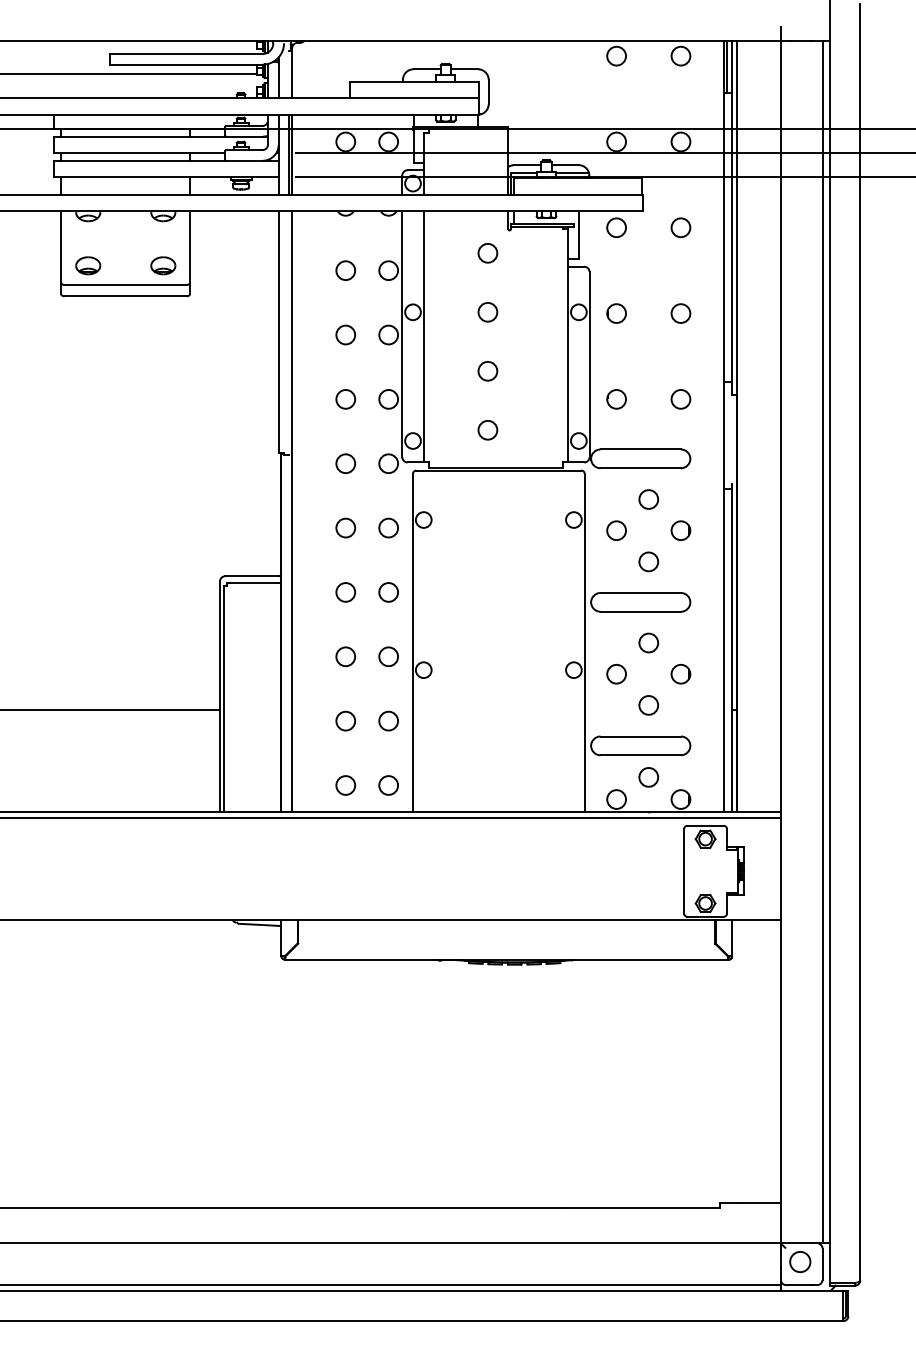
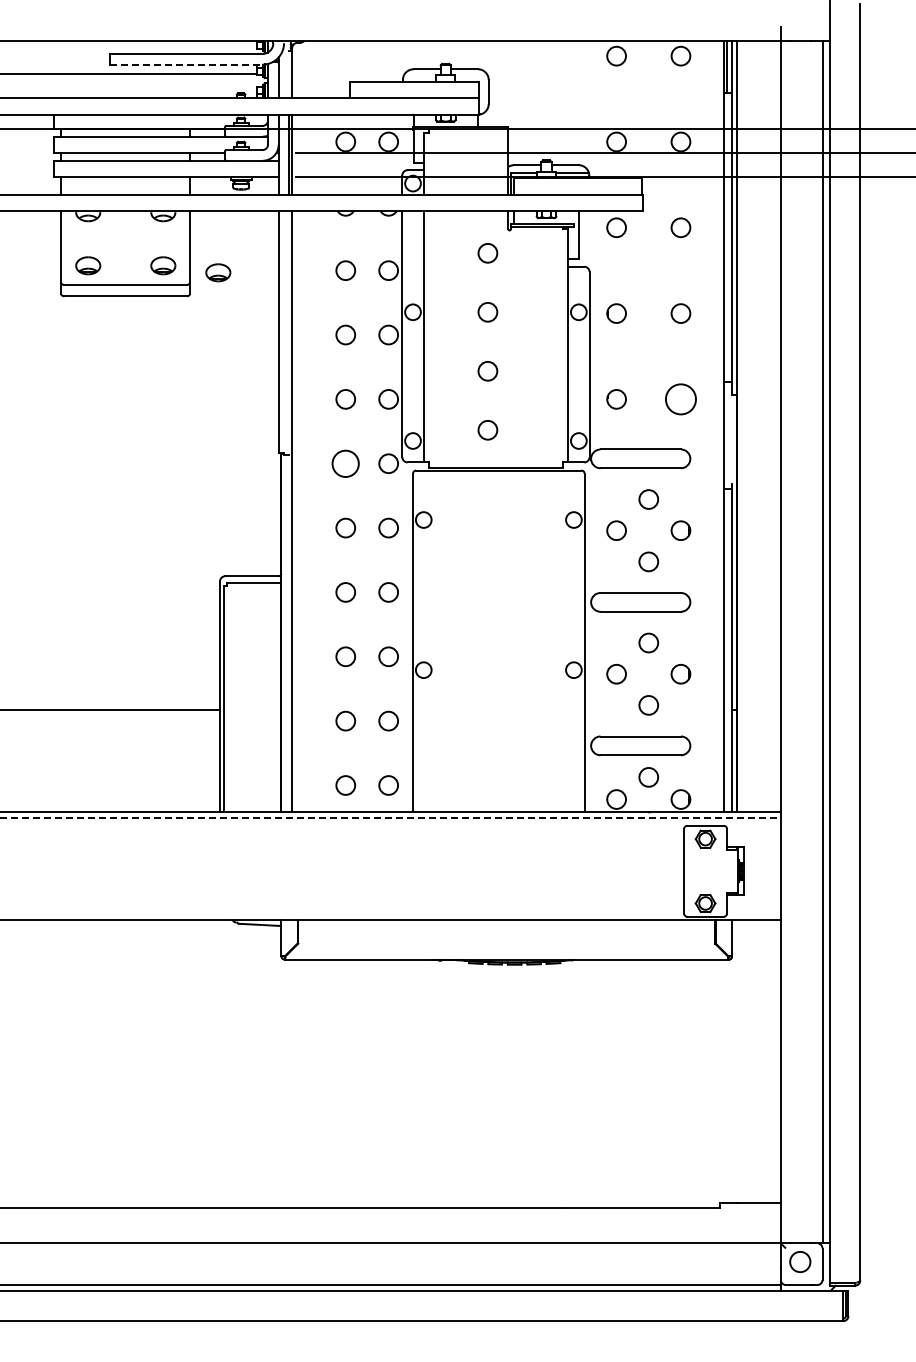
line at (186, 64): solid -> dashed
part at (218, 272): none -> present
circle at (680, 399) diameter: 19 px -> 30 px
circle at (345, 463) size: 22x21 px -> 29x29 px
line at (391, 817): solid -> dashed
